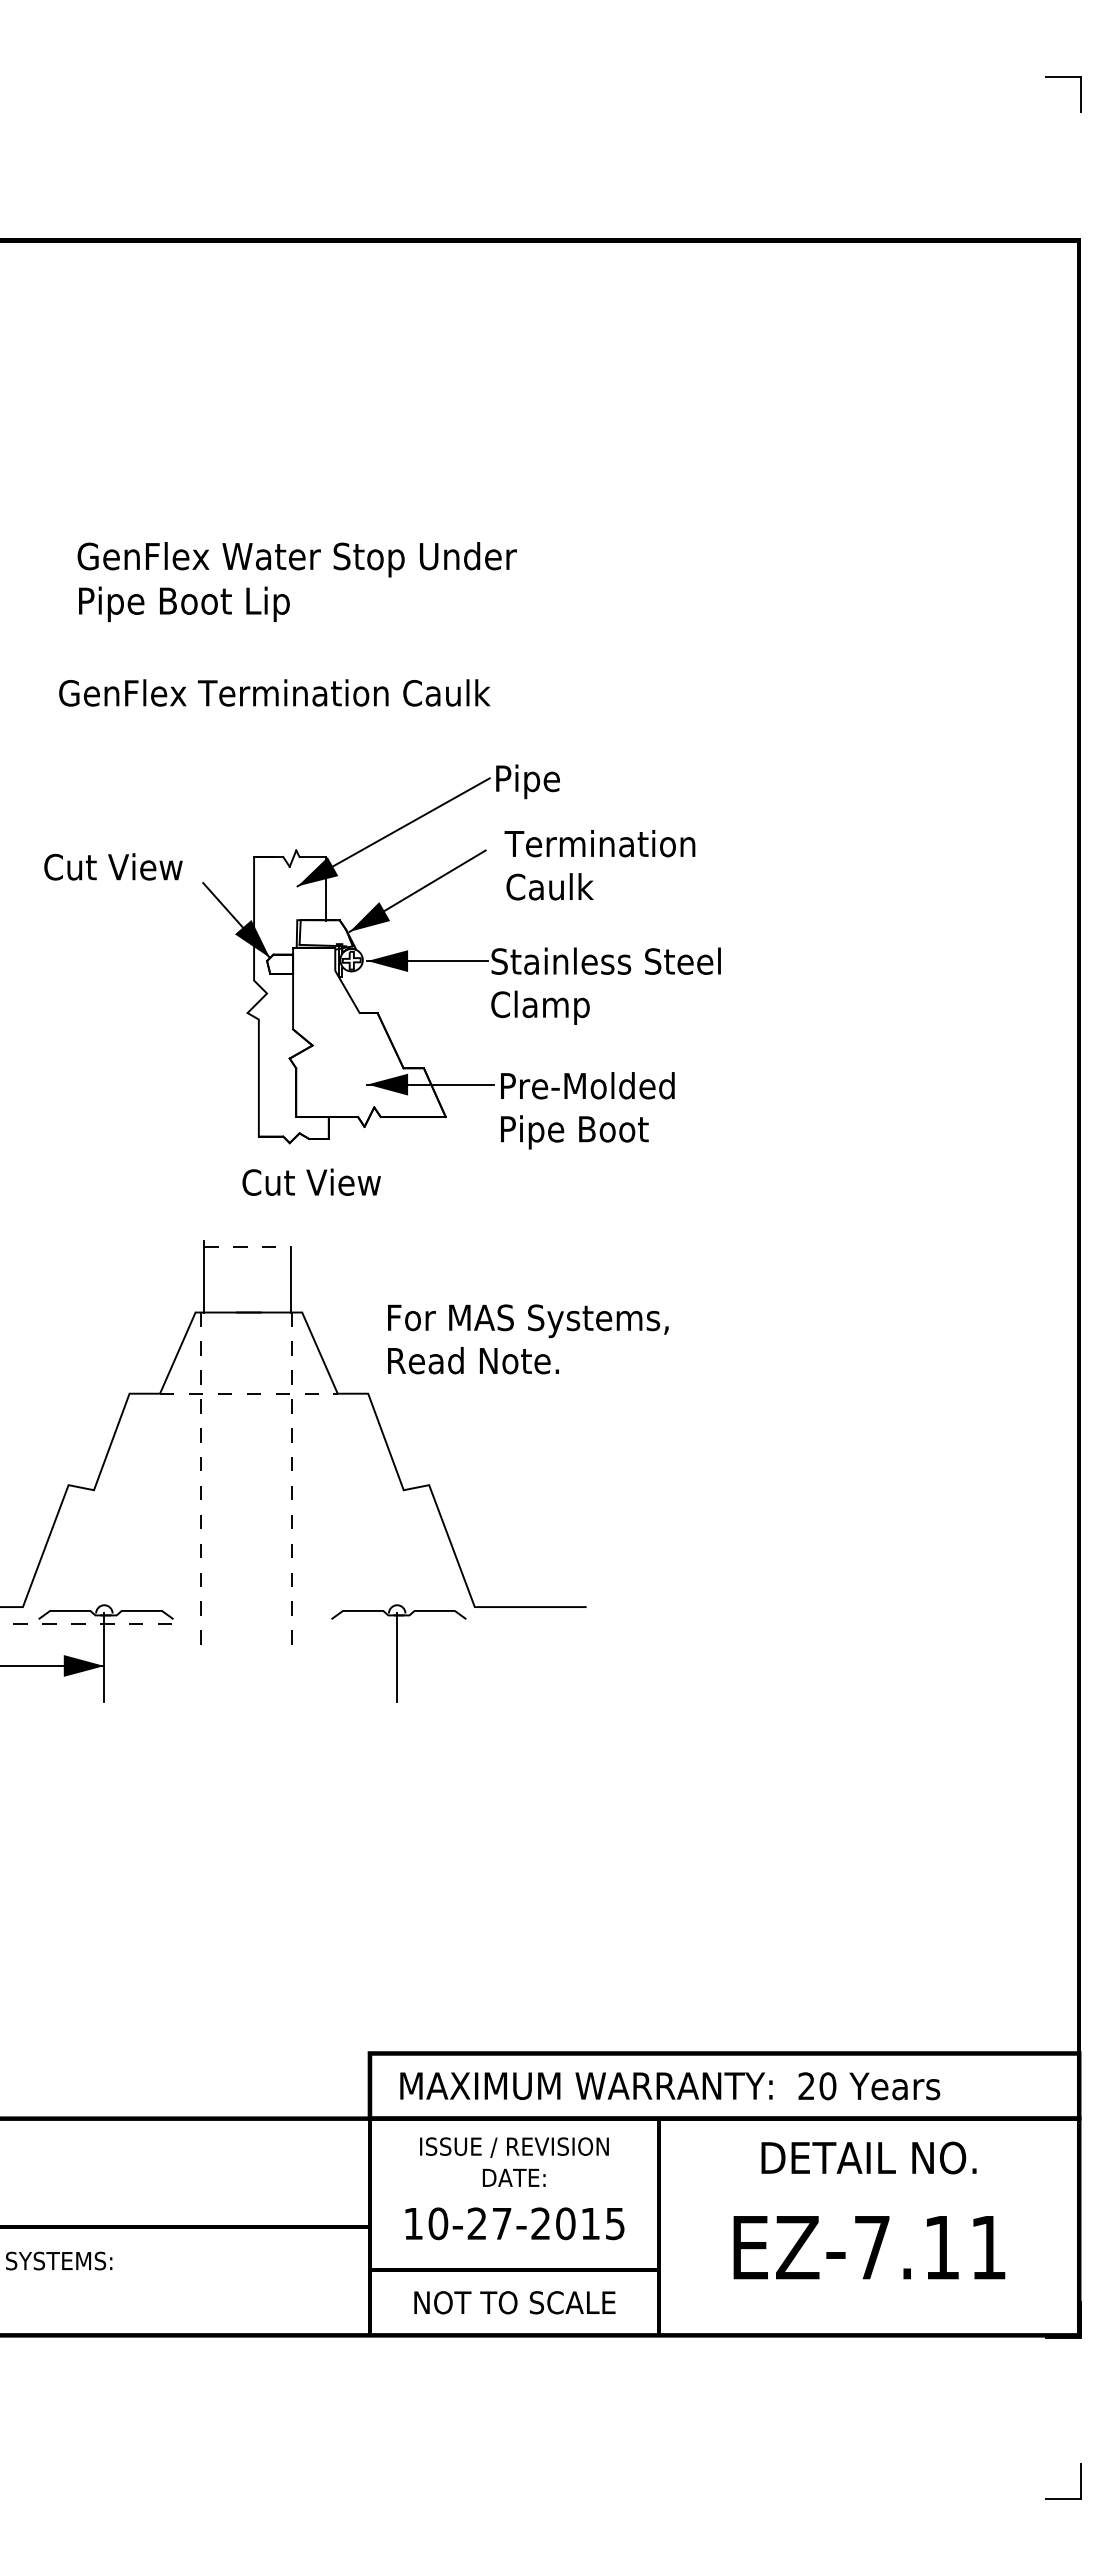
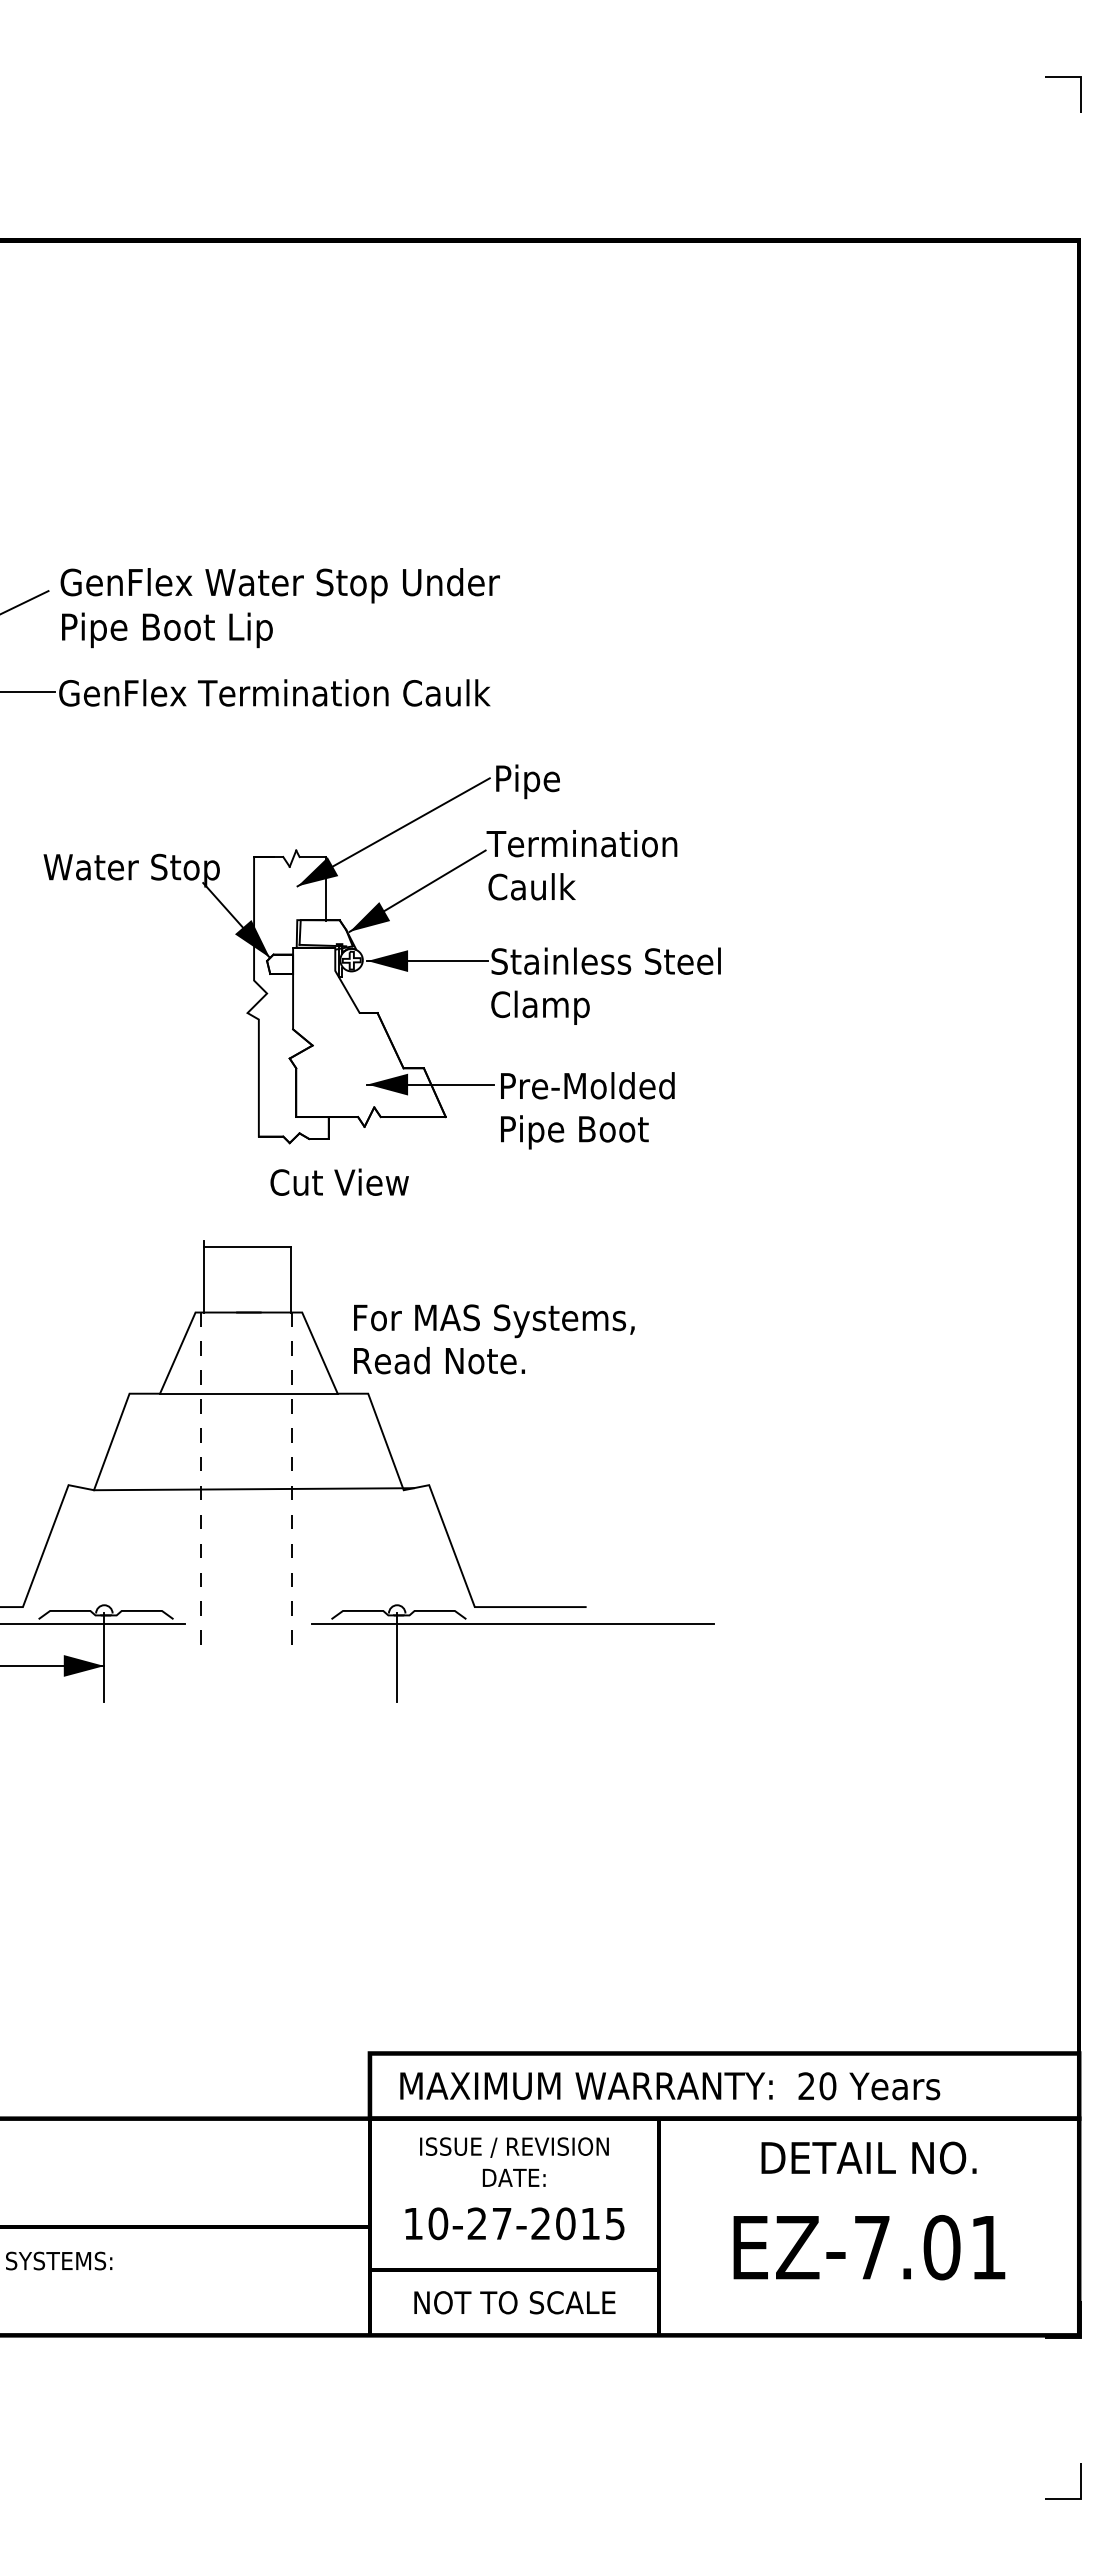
text at (296, 582) position: (296, 582) -> (279, 608)
line at (25, 602): none -> present
line at (28, 691): none -> present
text at (599, 865) position: (599, 865) -> (581, 865)
text at (131, 870): Cut View -> Water Stop
text at (311, 1181) position: (311, 1181) -> (339, 1181)
line at (247, 1246): dashed -> solid
text at (528, 1339) position: (528, 1339) -> (494, 1339)
line at (248, 1393): dashed -> solid
line at (254, 1489): none -> present
line at (93, 1623): dashed -> solid
line at (512, 1623): none -> present
text at (941, 2247): EZ-7.11 -> EZ-7.01
